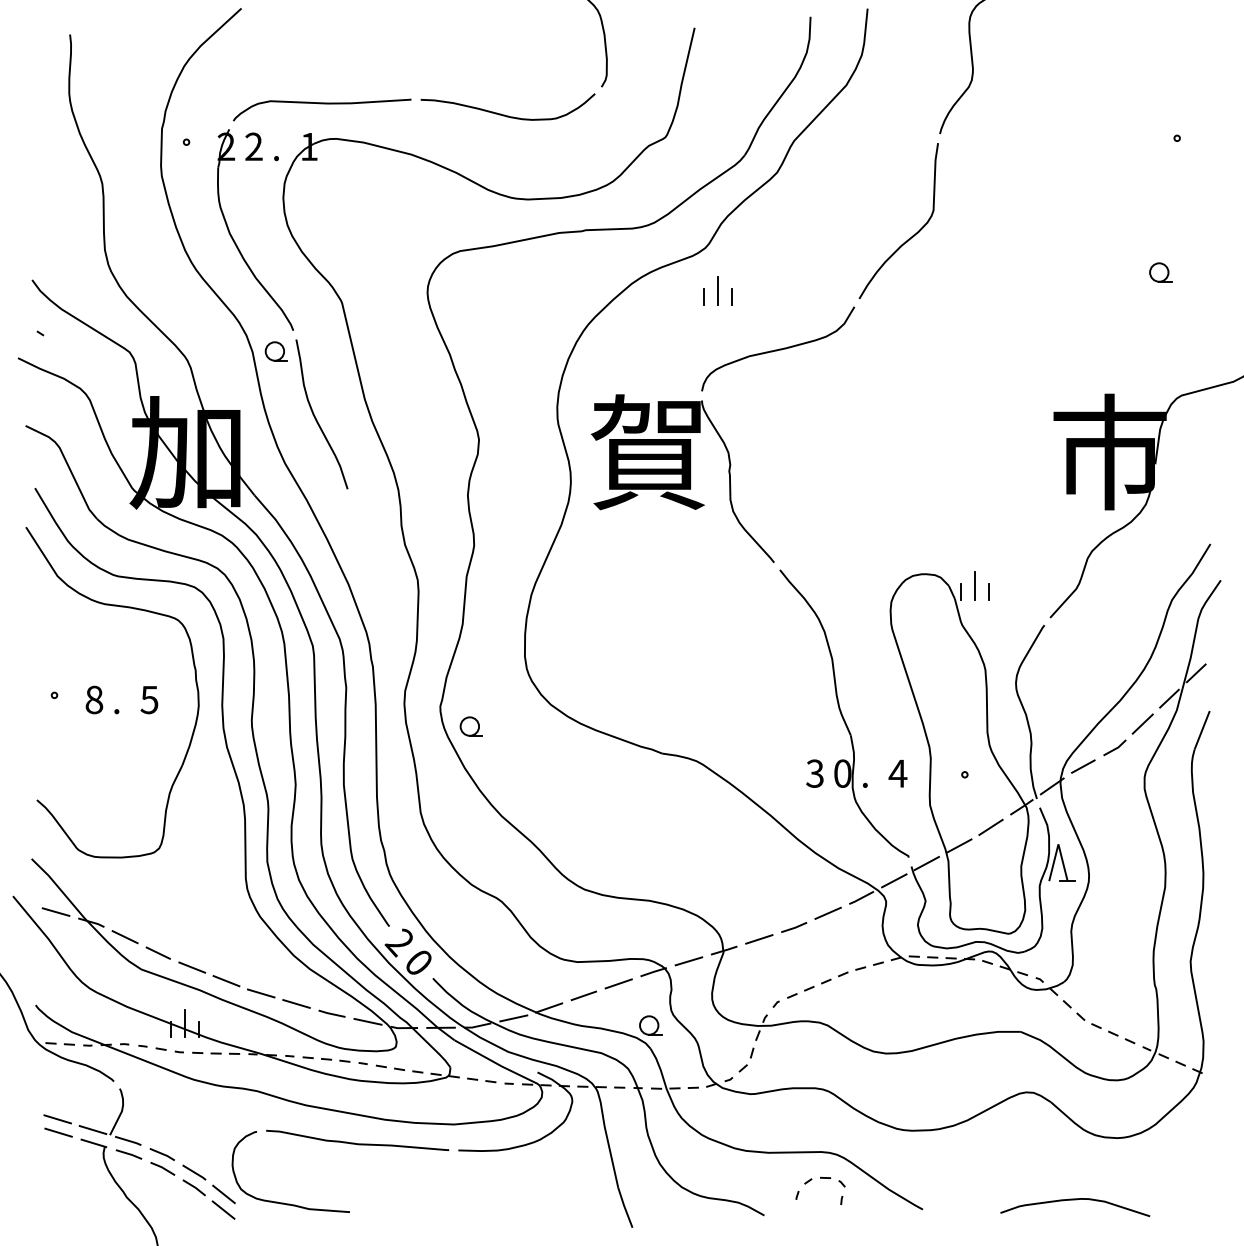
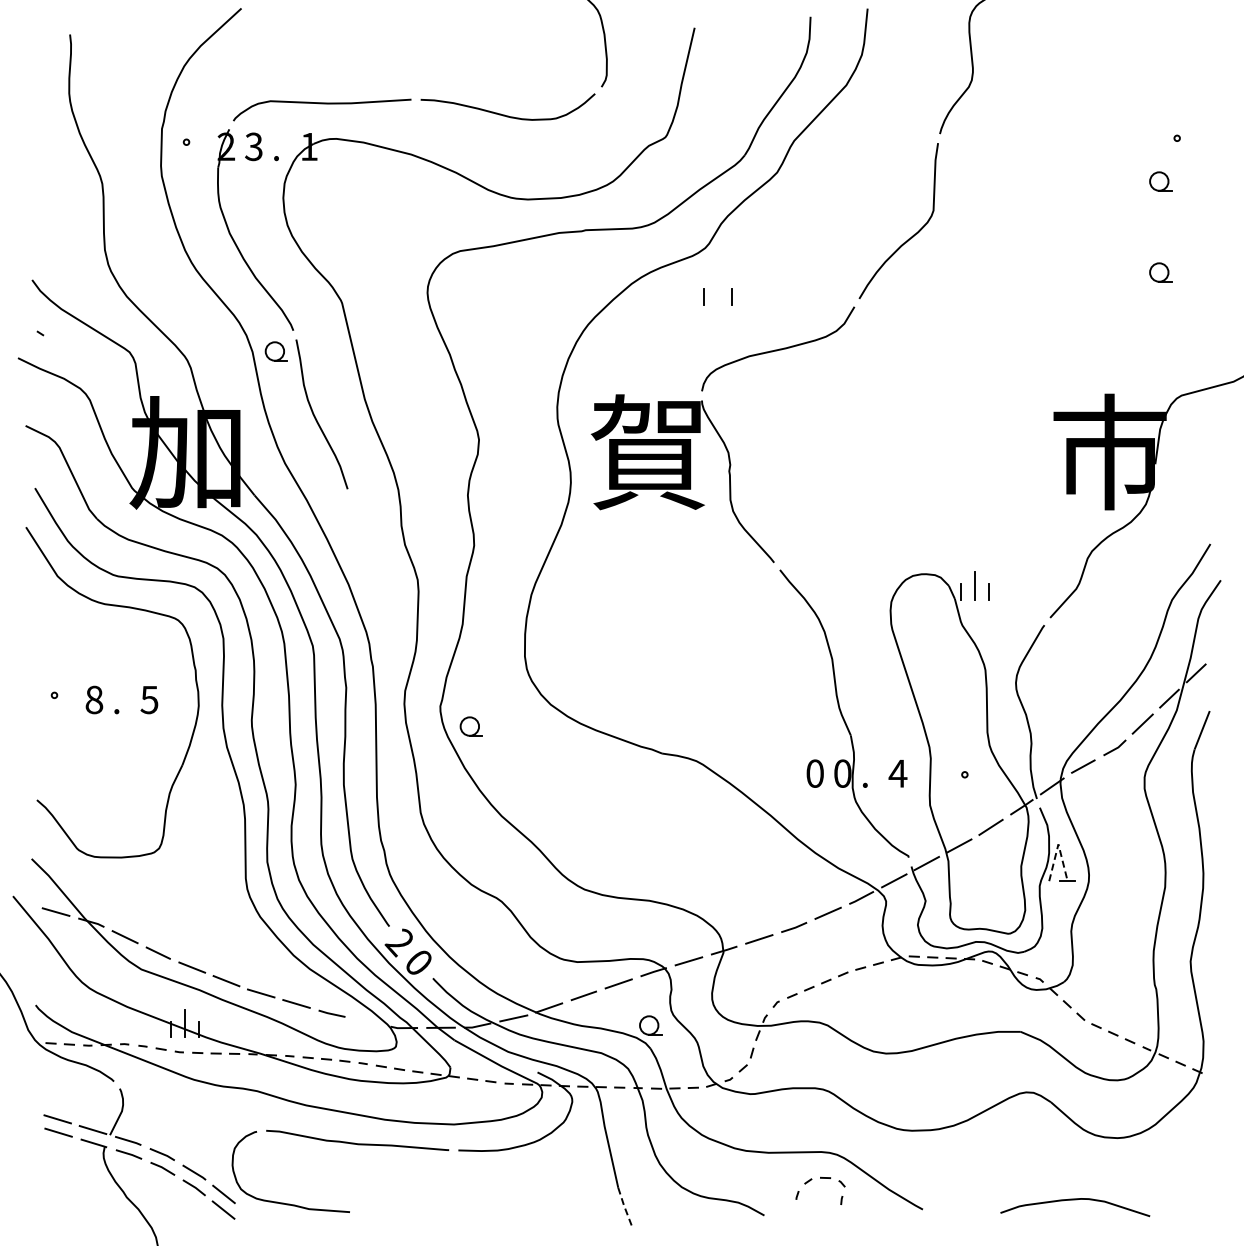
text at (253, 147): 2 -> 3
part at (1160, 181): none -> present
line at (718, 290): present -> none
text at (814, 773): 3 -> 0
line at (1058, 844): solid -> dashed
line at (367, 1021): present -> none
line at (624, 1207): solid -> dashed
